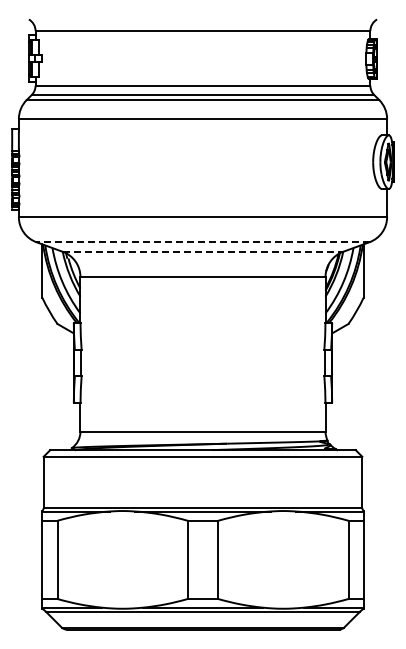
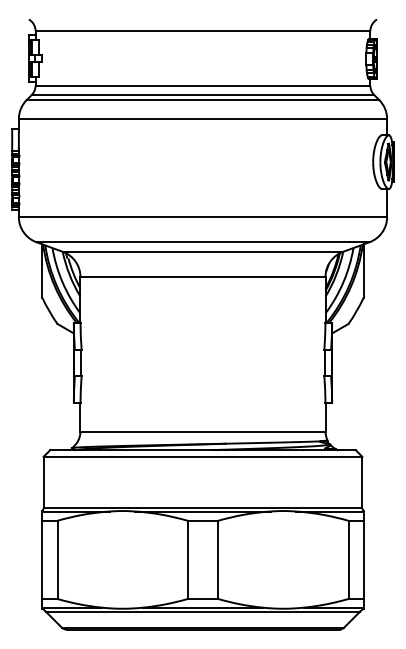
line at (203, 242): dashed -> solid
line at (203, 251): dashed -> solid
